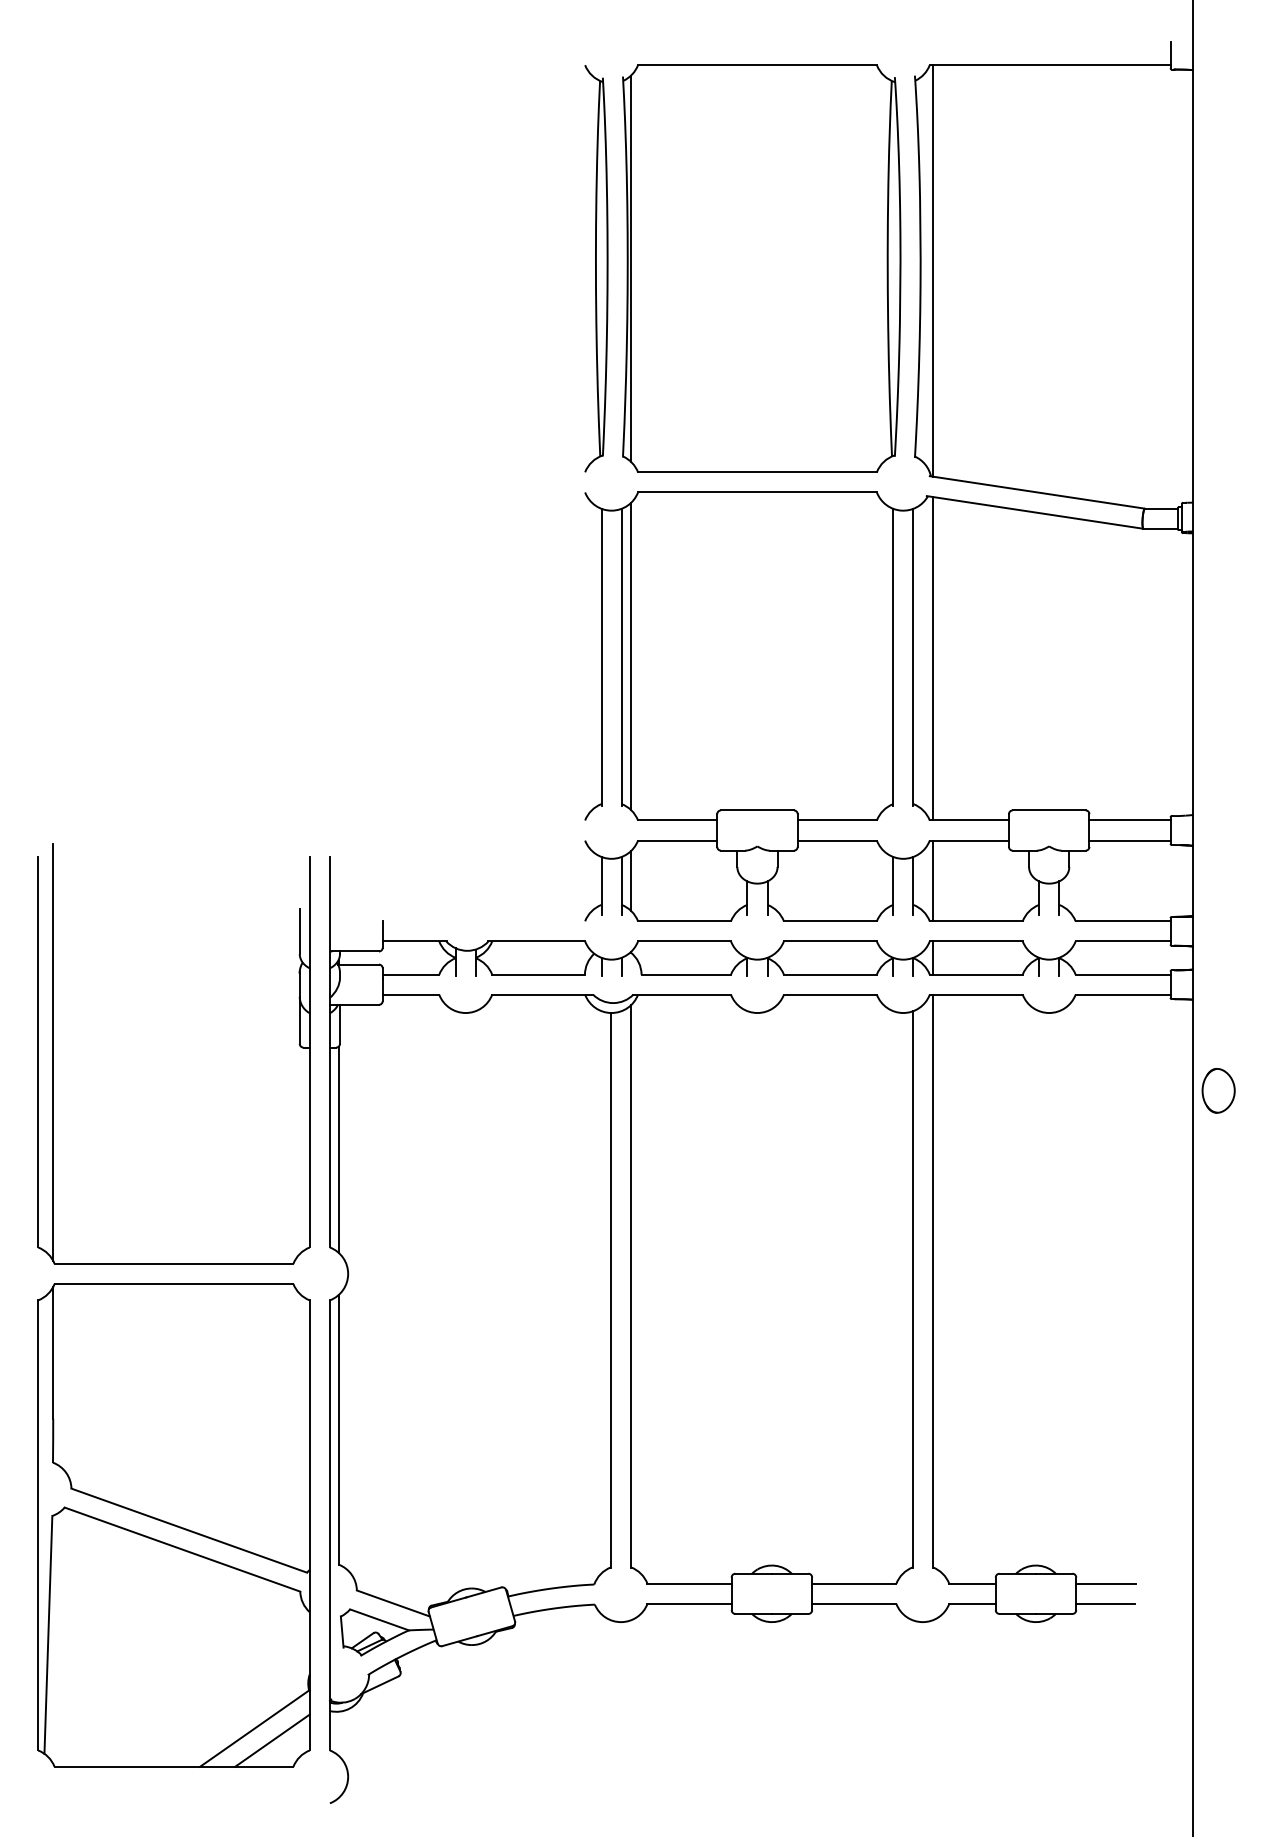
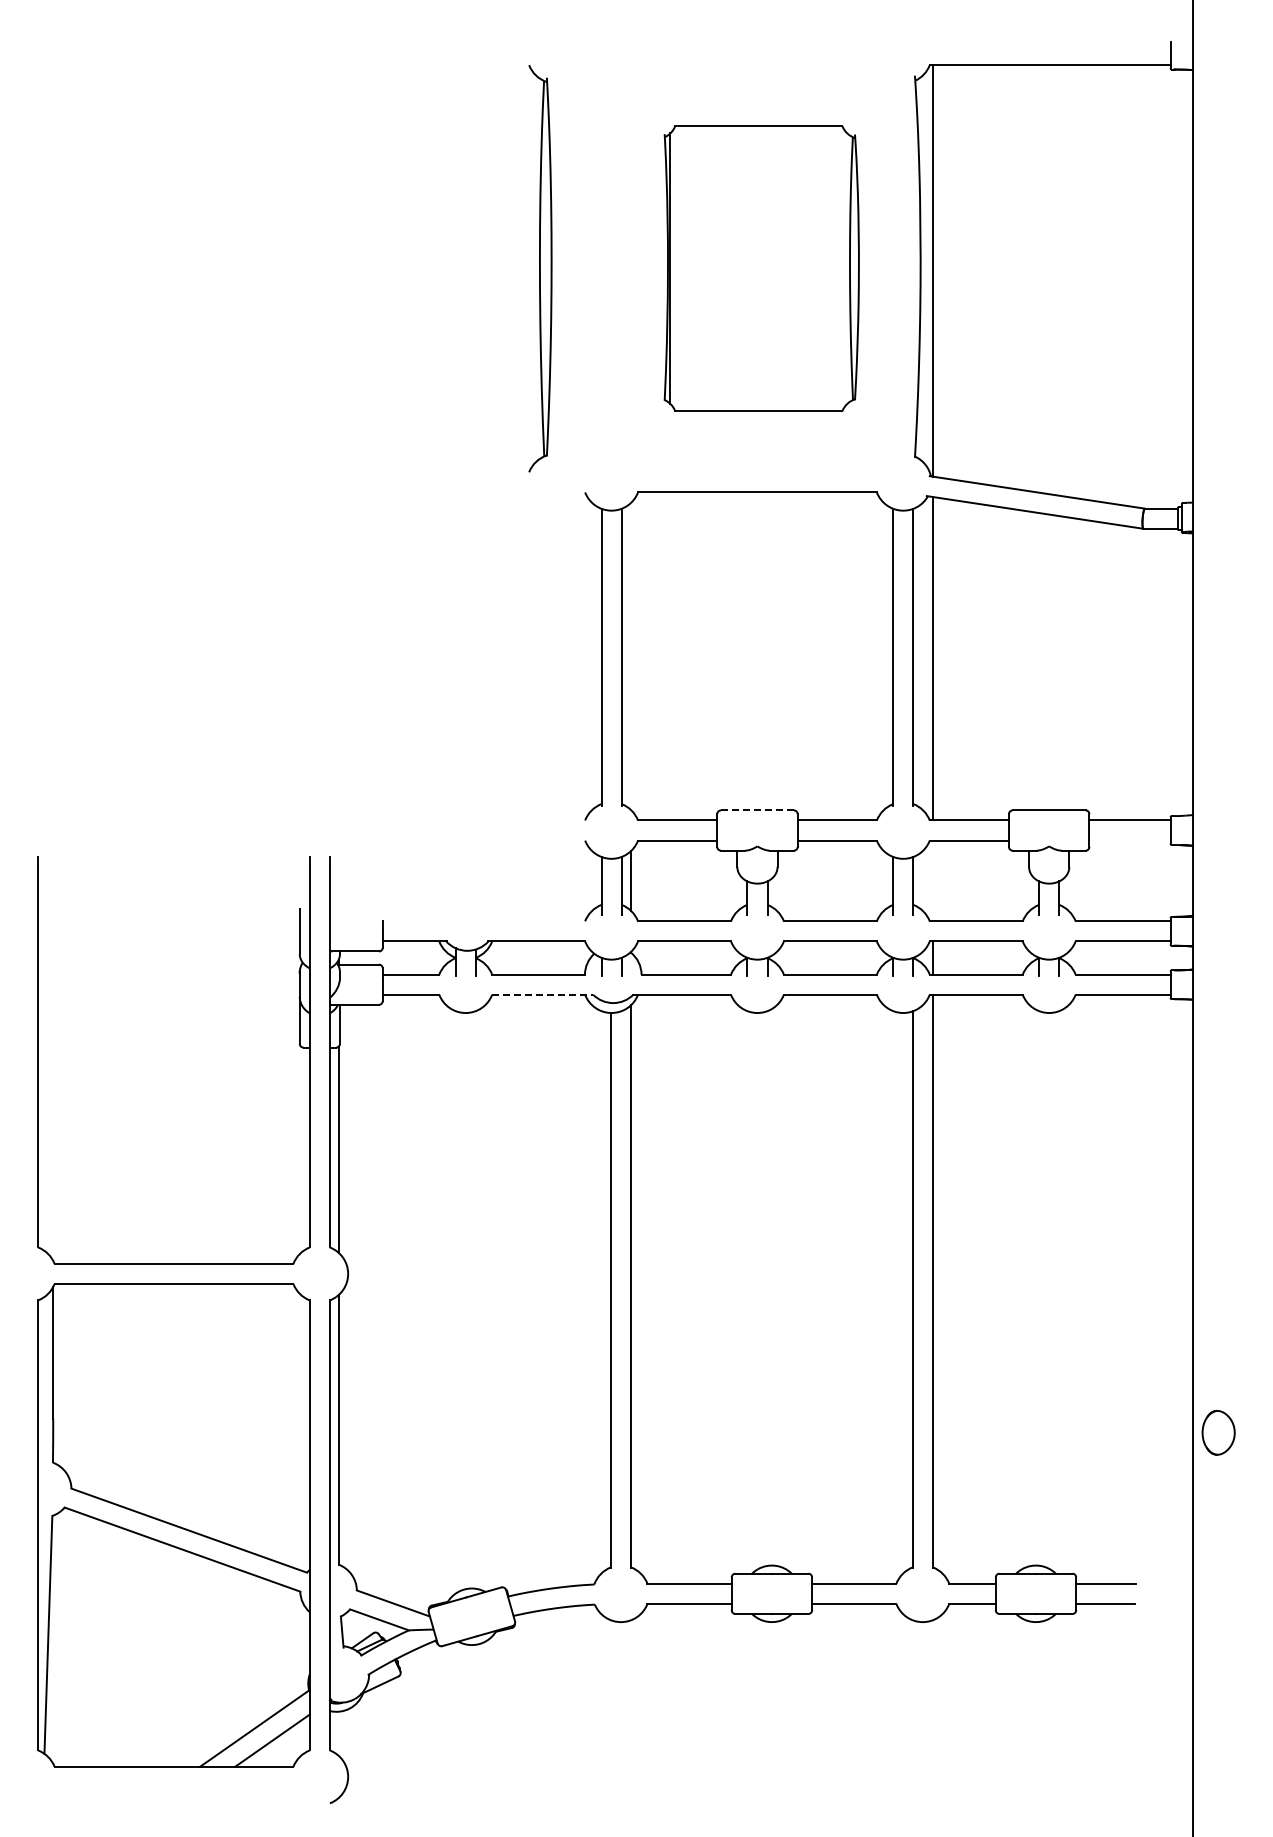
part at (596, 268) position: (596, 268) -> (540, 268)
part at (761, 268) size: 280x409 px -> 197x287 px
line at (631, 656): present -> none
line at (756, 810): solid -> dashed
line at (1129, 840): present -> none
line at (932, 880): present -> none
line at (542, 994): solid -> dashed
line at (53, 1051): present -> none
part at (1218, 1090) position: (1218, 1090) -> (1218, 1432)
